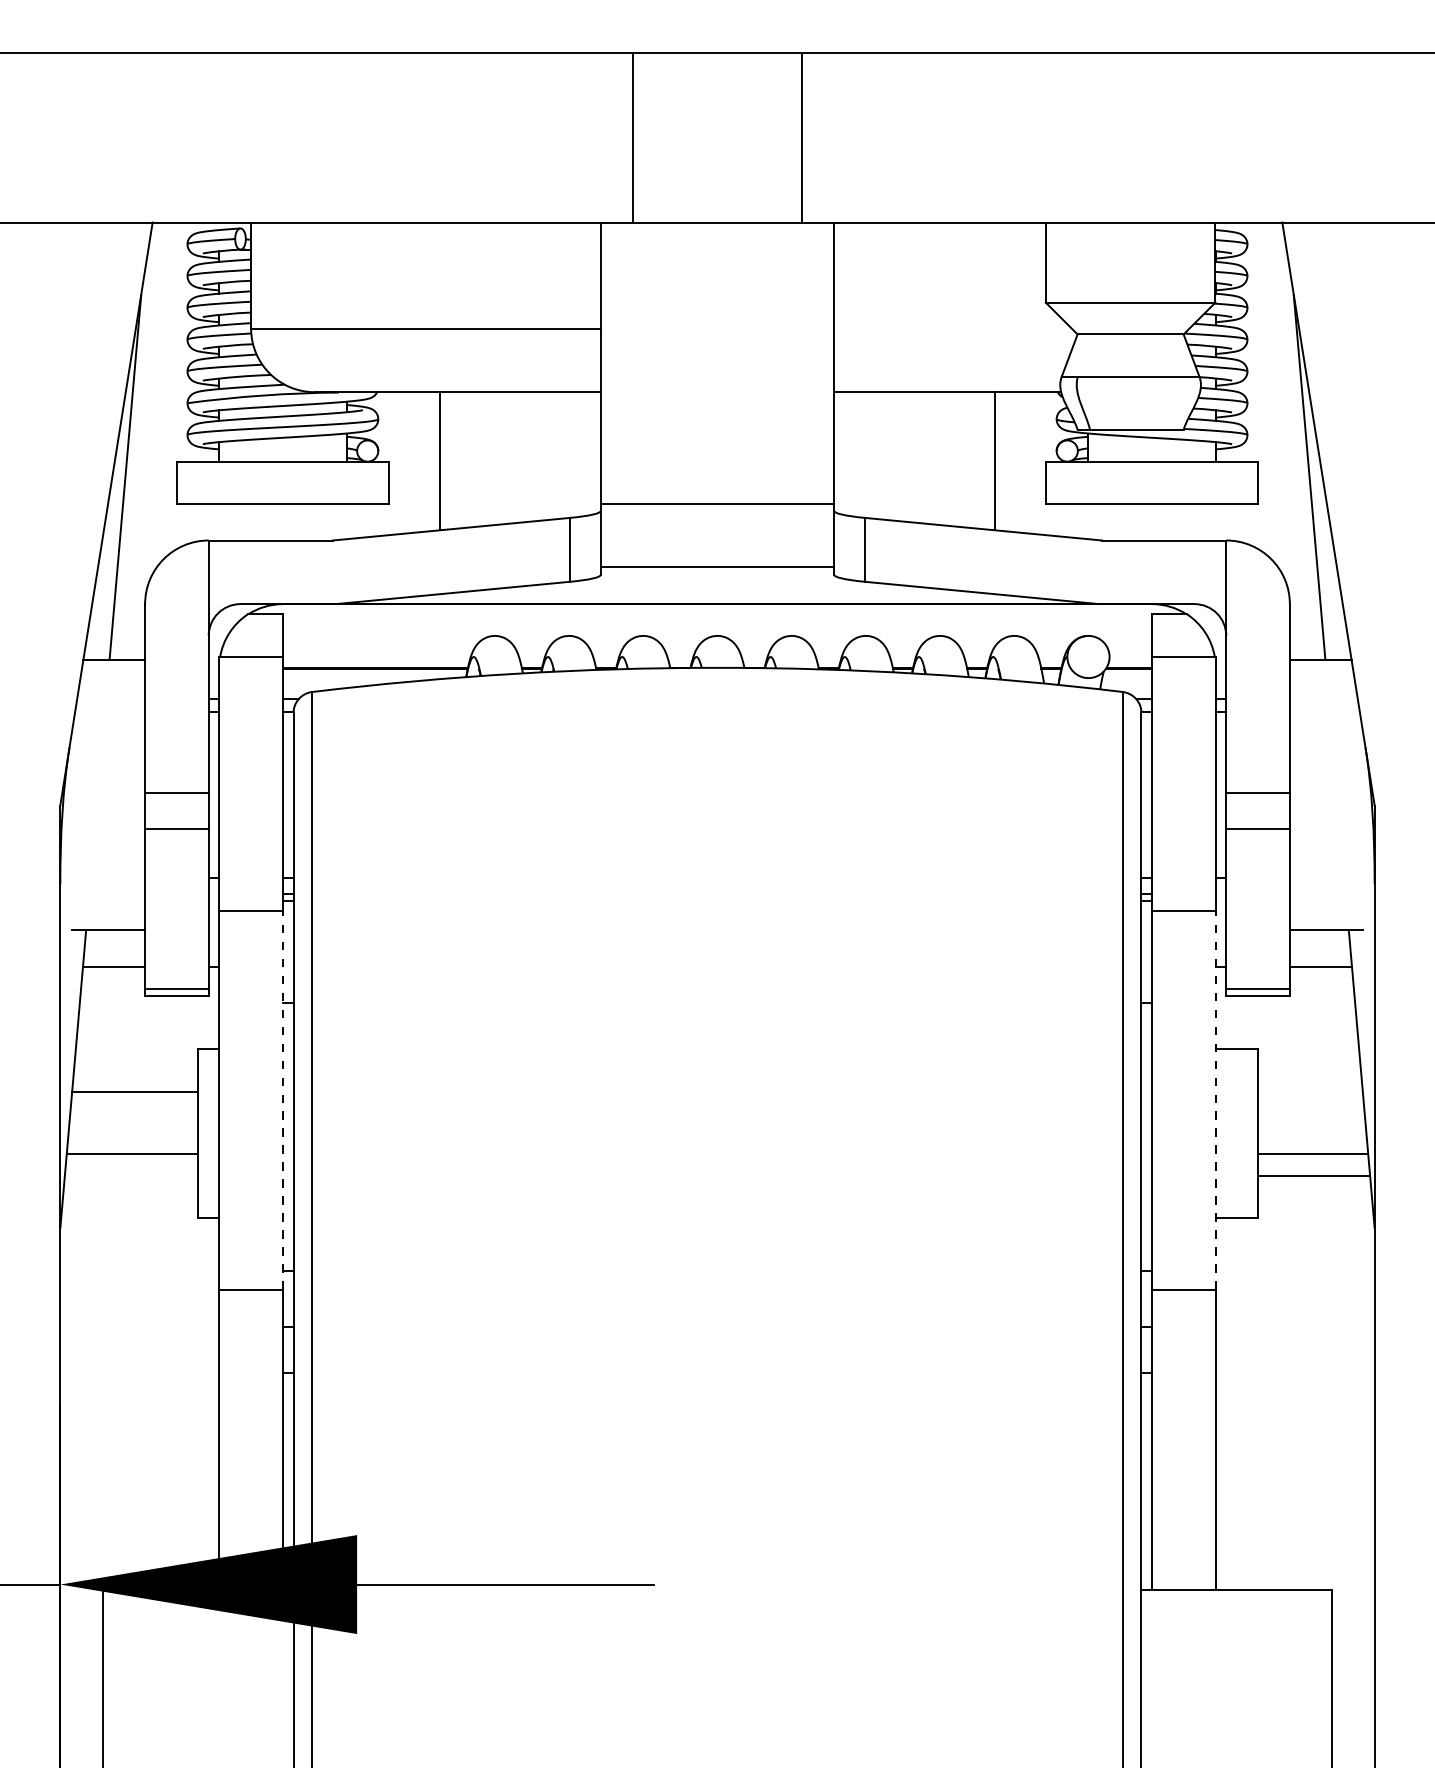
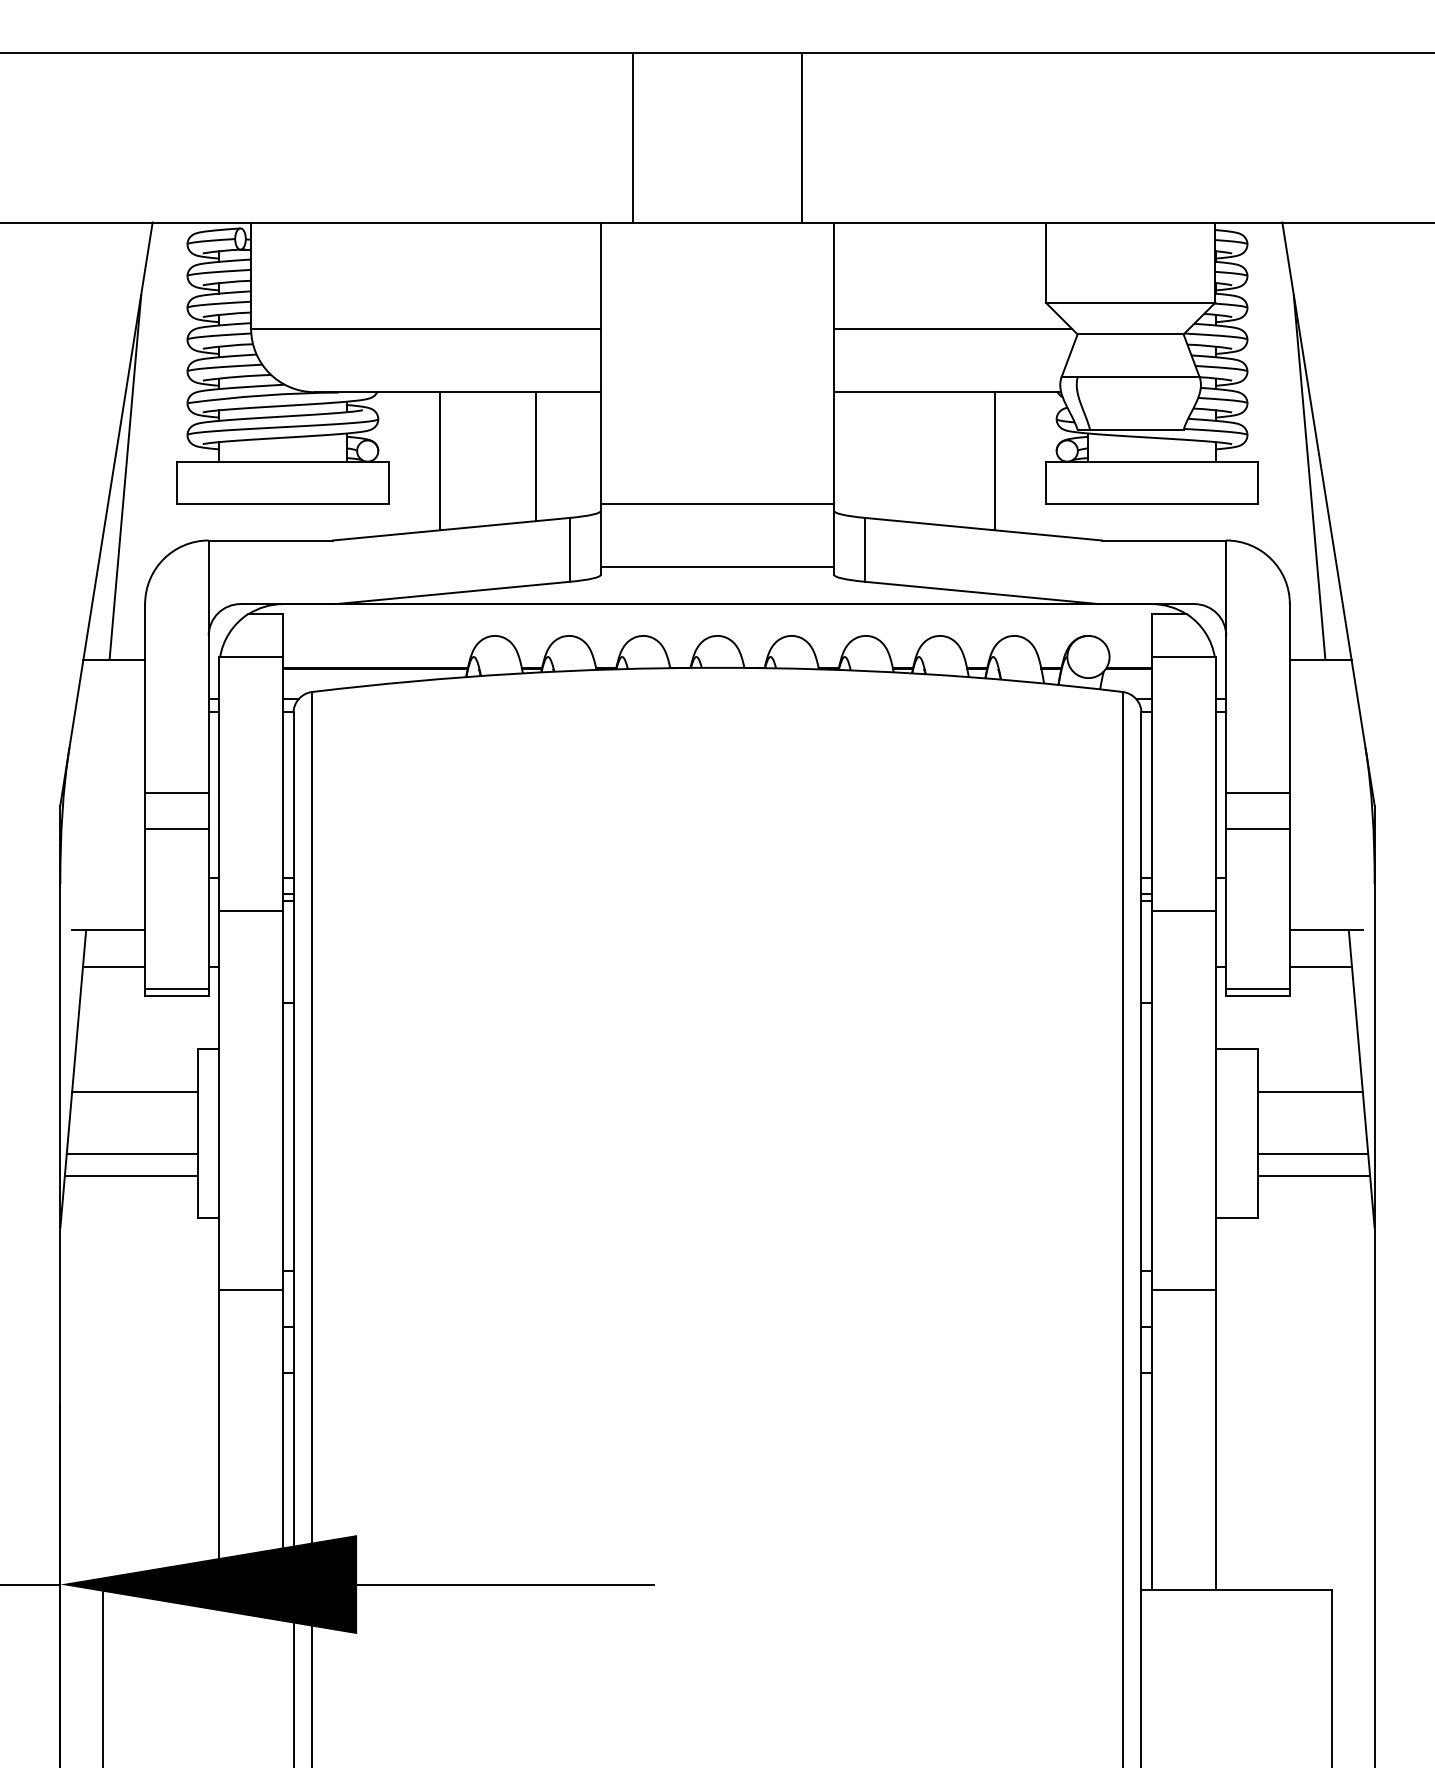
line at (952, 328): none -> present
line at (536, 456): none -> present
line at (1310, 1091): none -> present
line at (282, 1099): dashed -> solid
line at (1215, 1099): dashed -> solid
line at (131, 1175): none -> present
